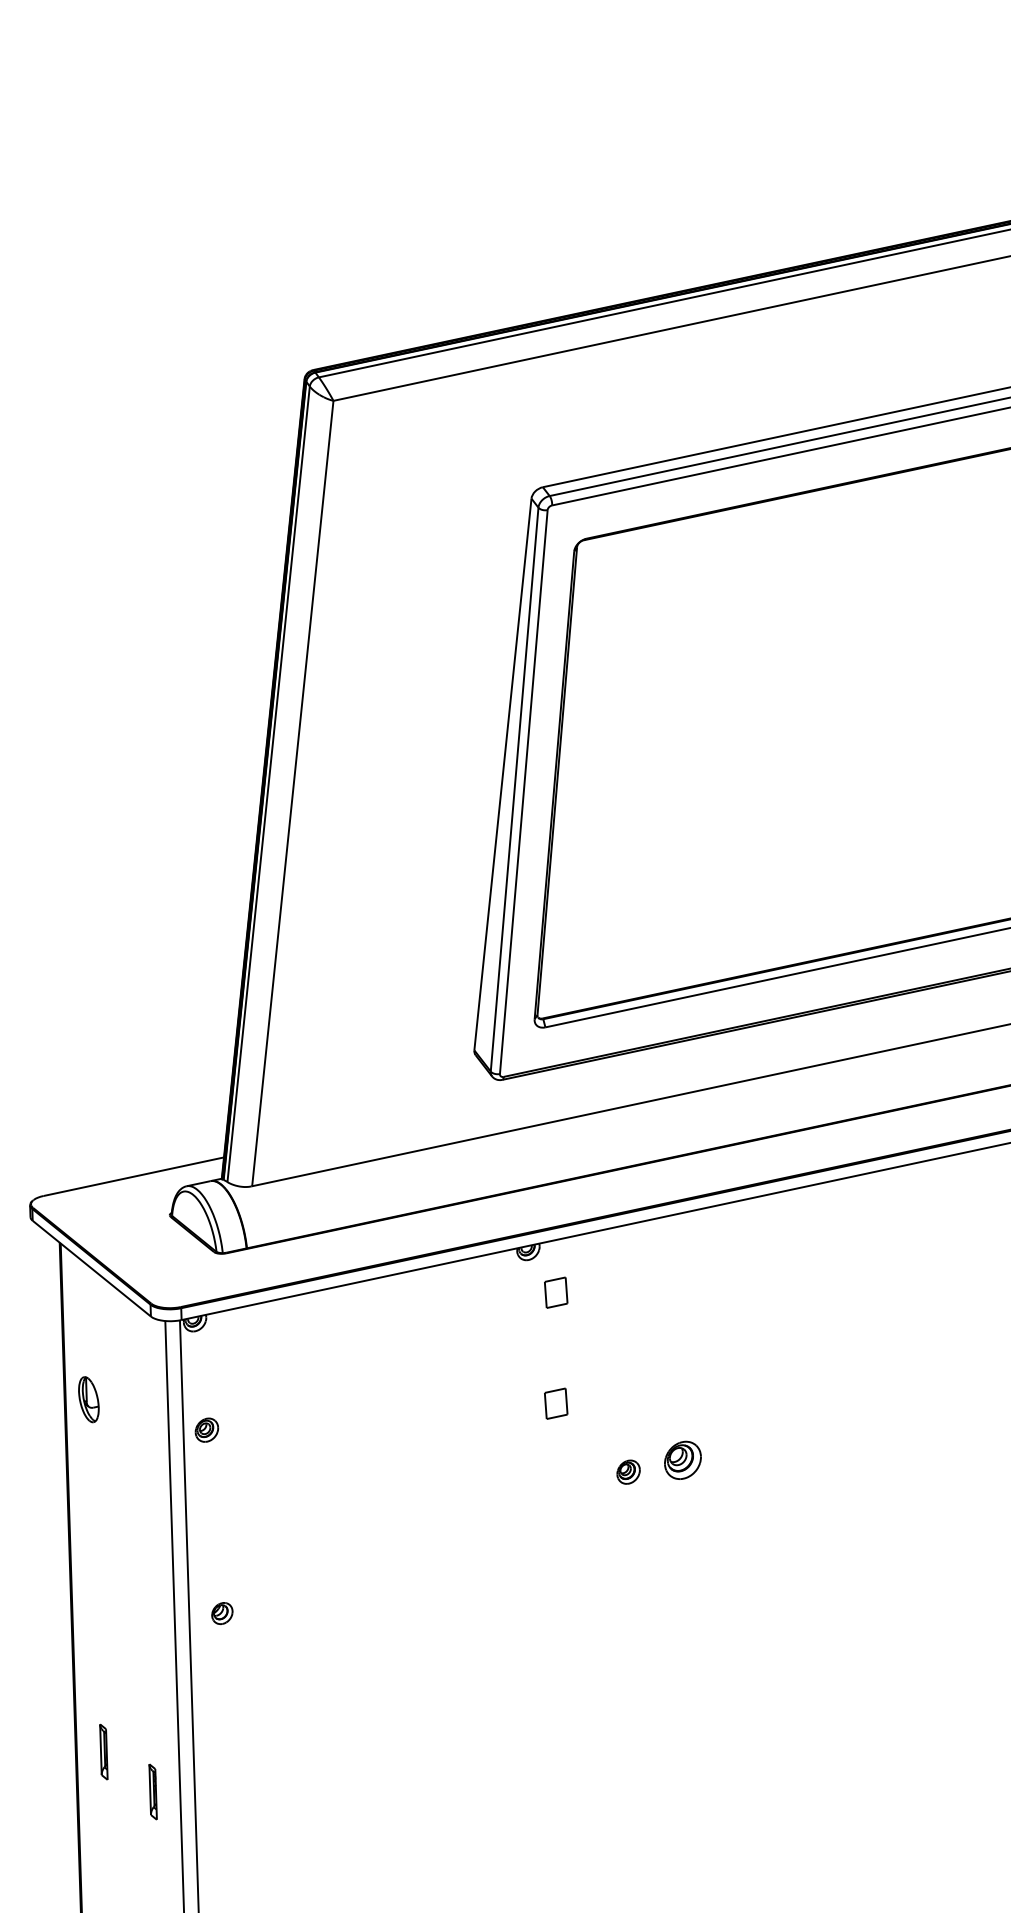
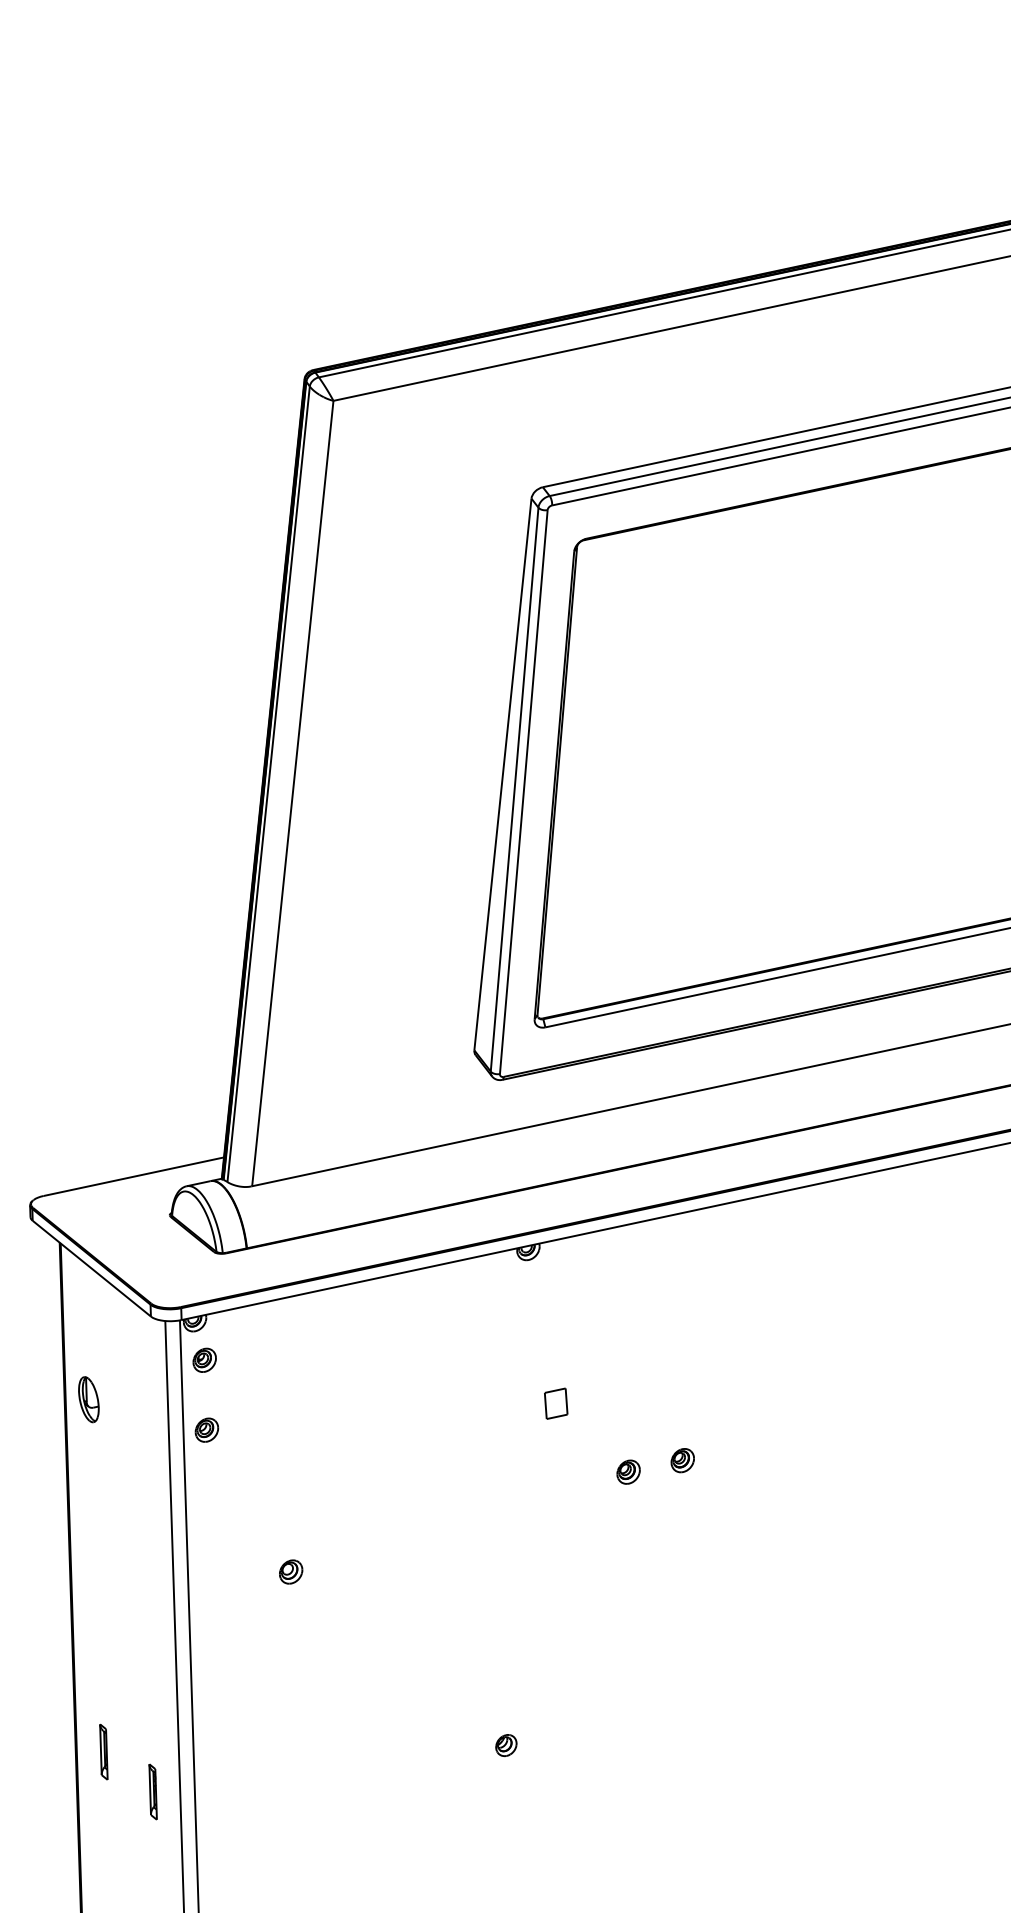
part at (556, 1292): present -> none
part at (204, 1359): none -> present
part at (682, 1459) size: 38x40 px -> 25x26 px
part at (291, 1571): none -> present
part at (222, 1613) position: (222, 1613) -> (506, 1745)
